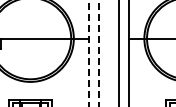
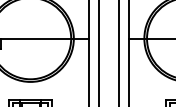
line at (88, 53): dashed -> solid
line at (98, 53): dashed -> solid
